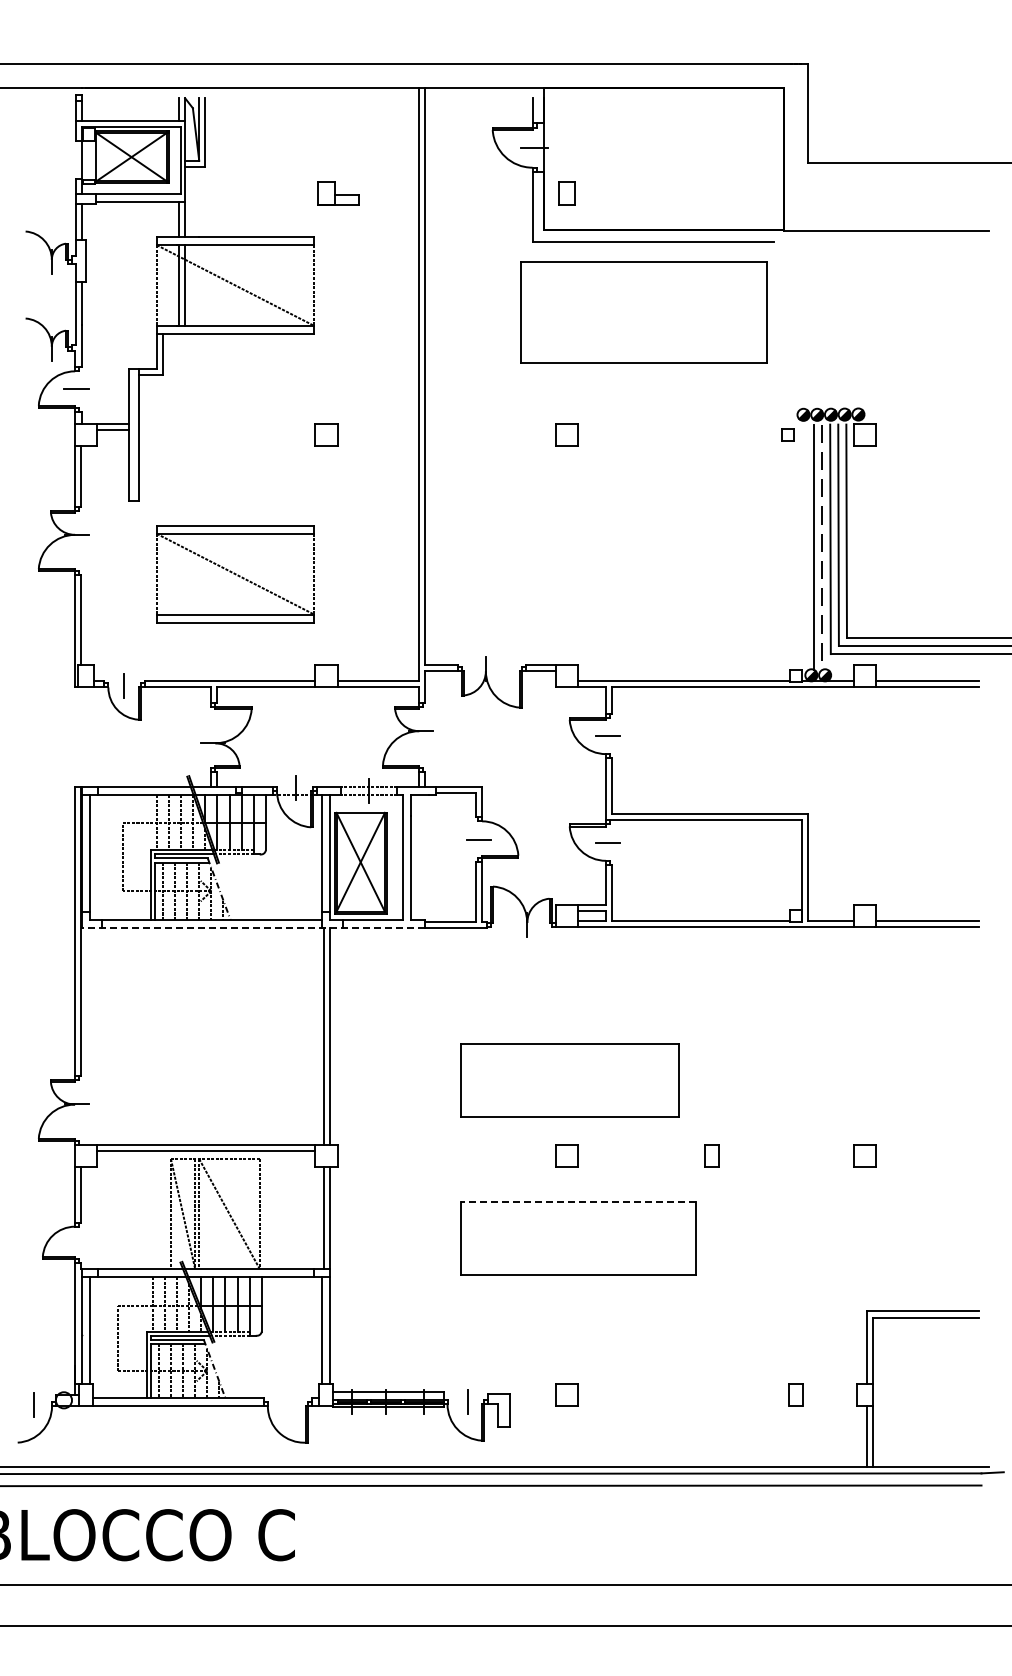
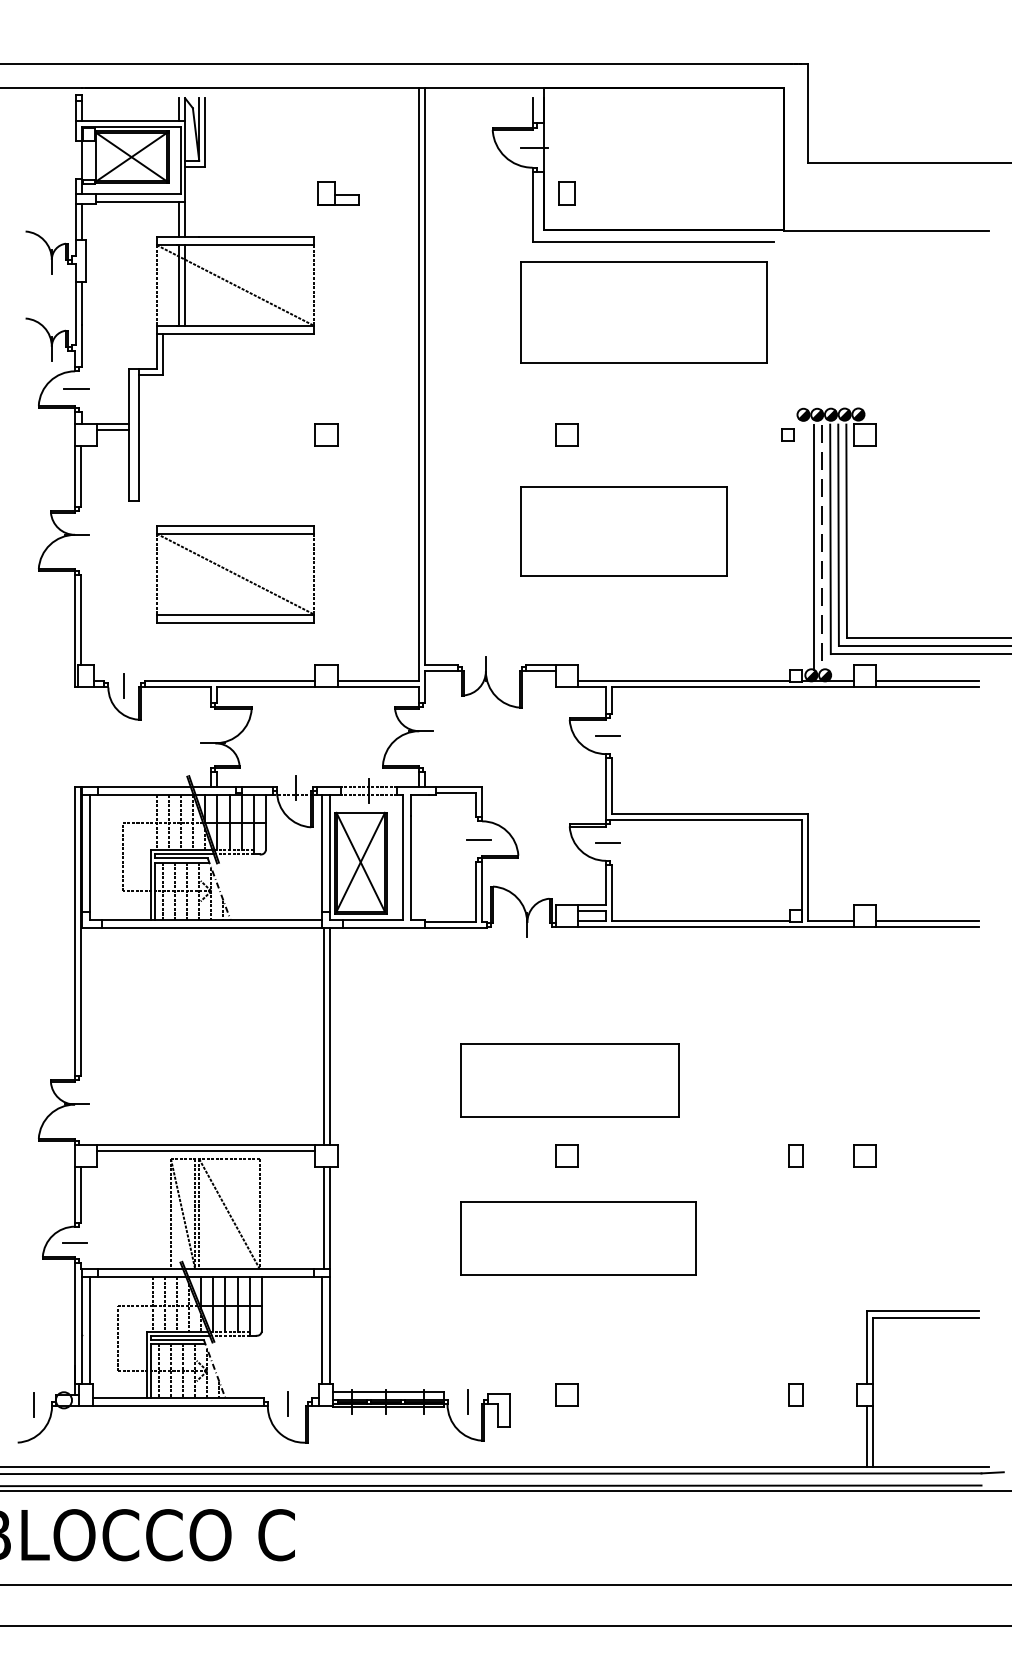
part at (623, 531): none -> present
line at (253, 927): dashed -> solid
part at (711, 1155) position: (711, 1155) -> (795, 1155)
line at (577, 1201): dashed -> solid
line at (74, 1242): none -> present
line at (287, 1403): none -> present
line at (505, 1491): none -> present
